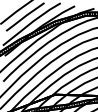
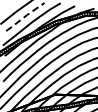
line at (25, 16): solid -> dashed
